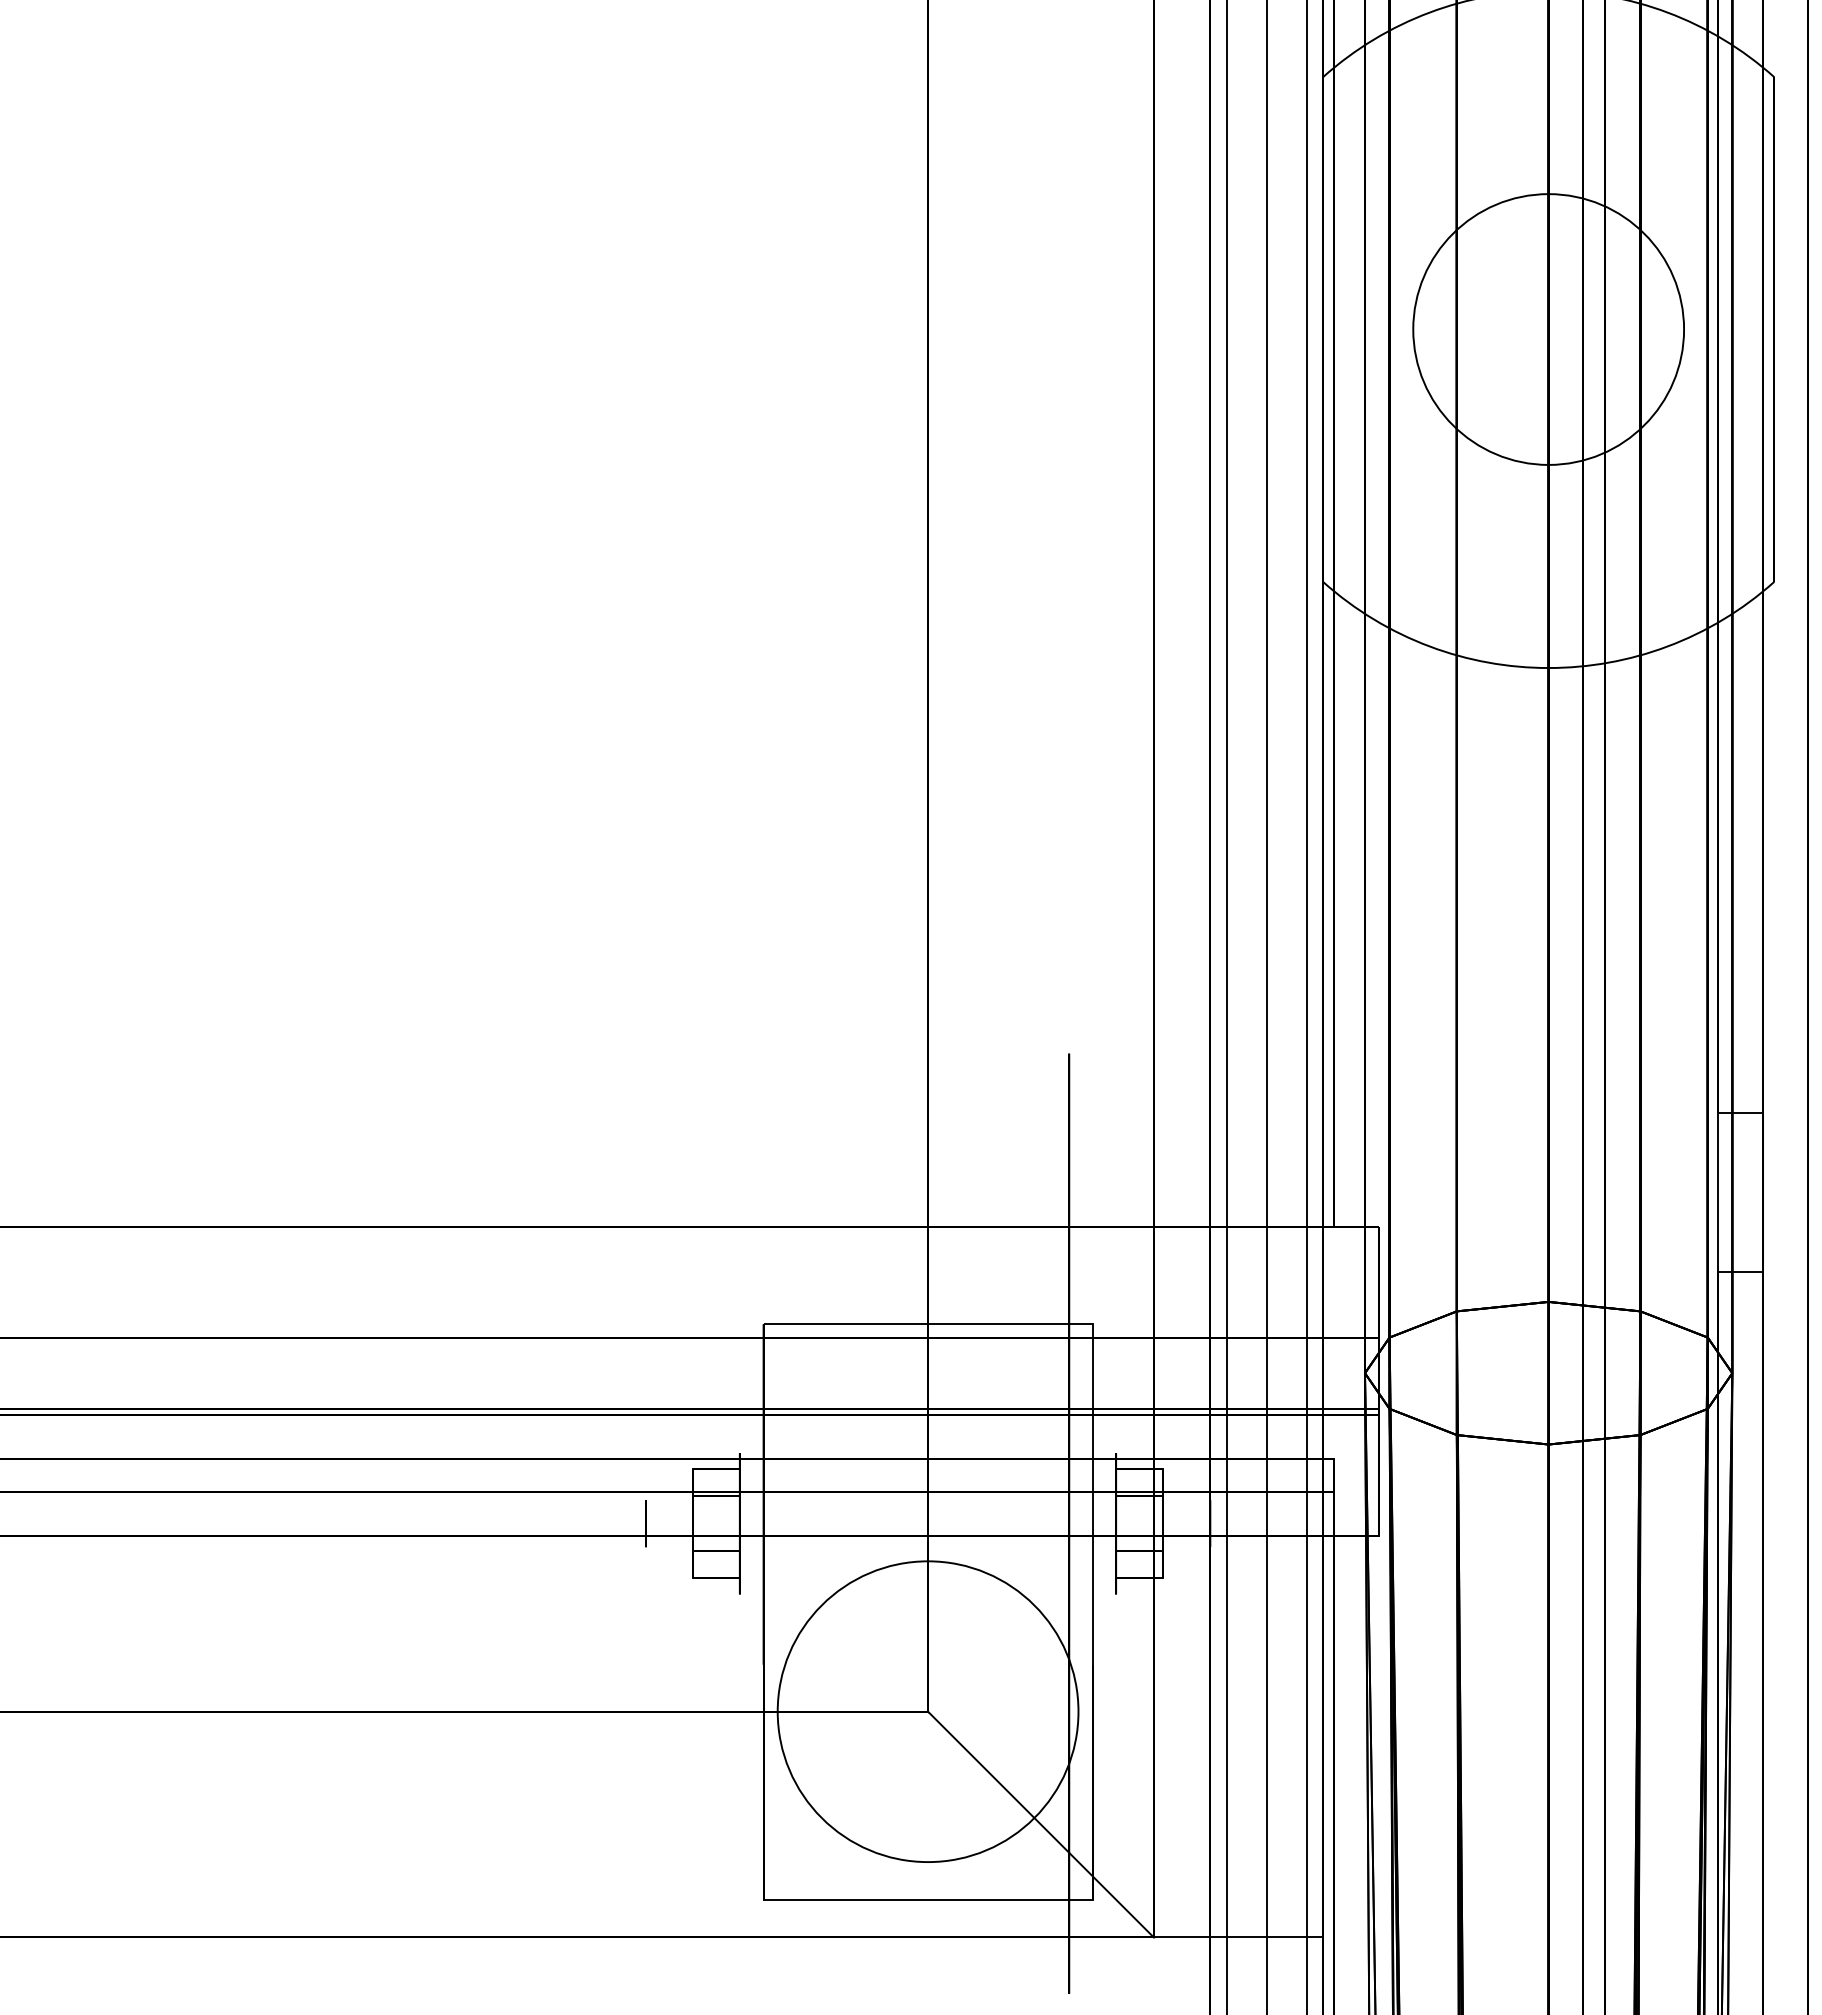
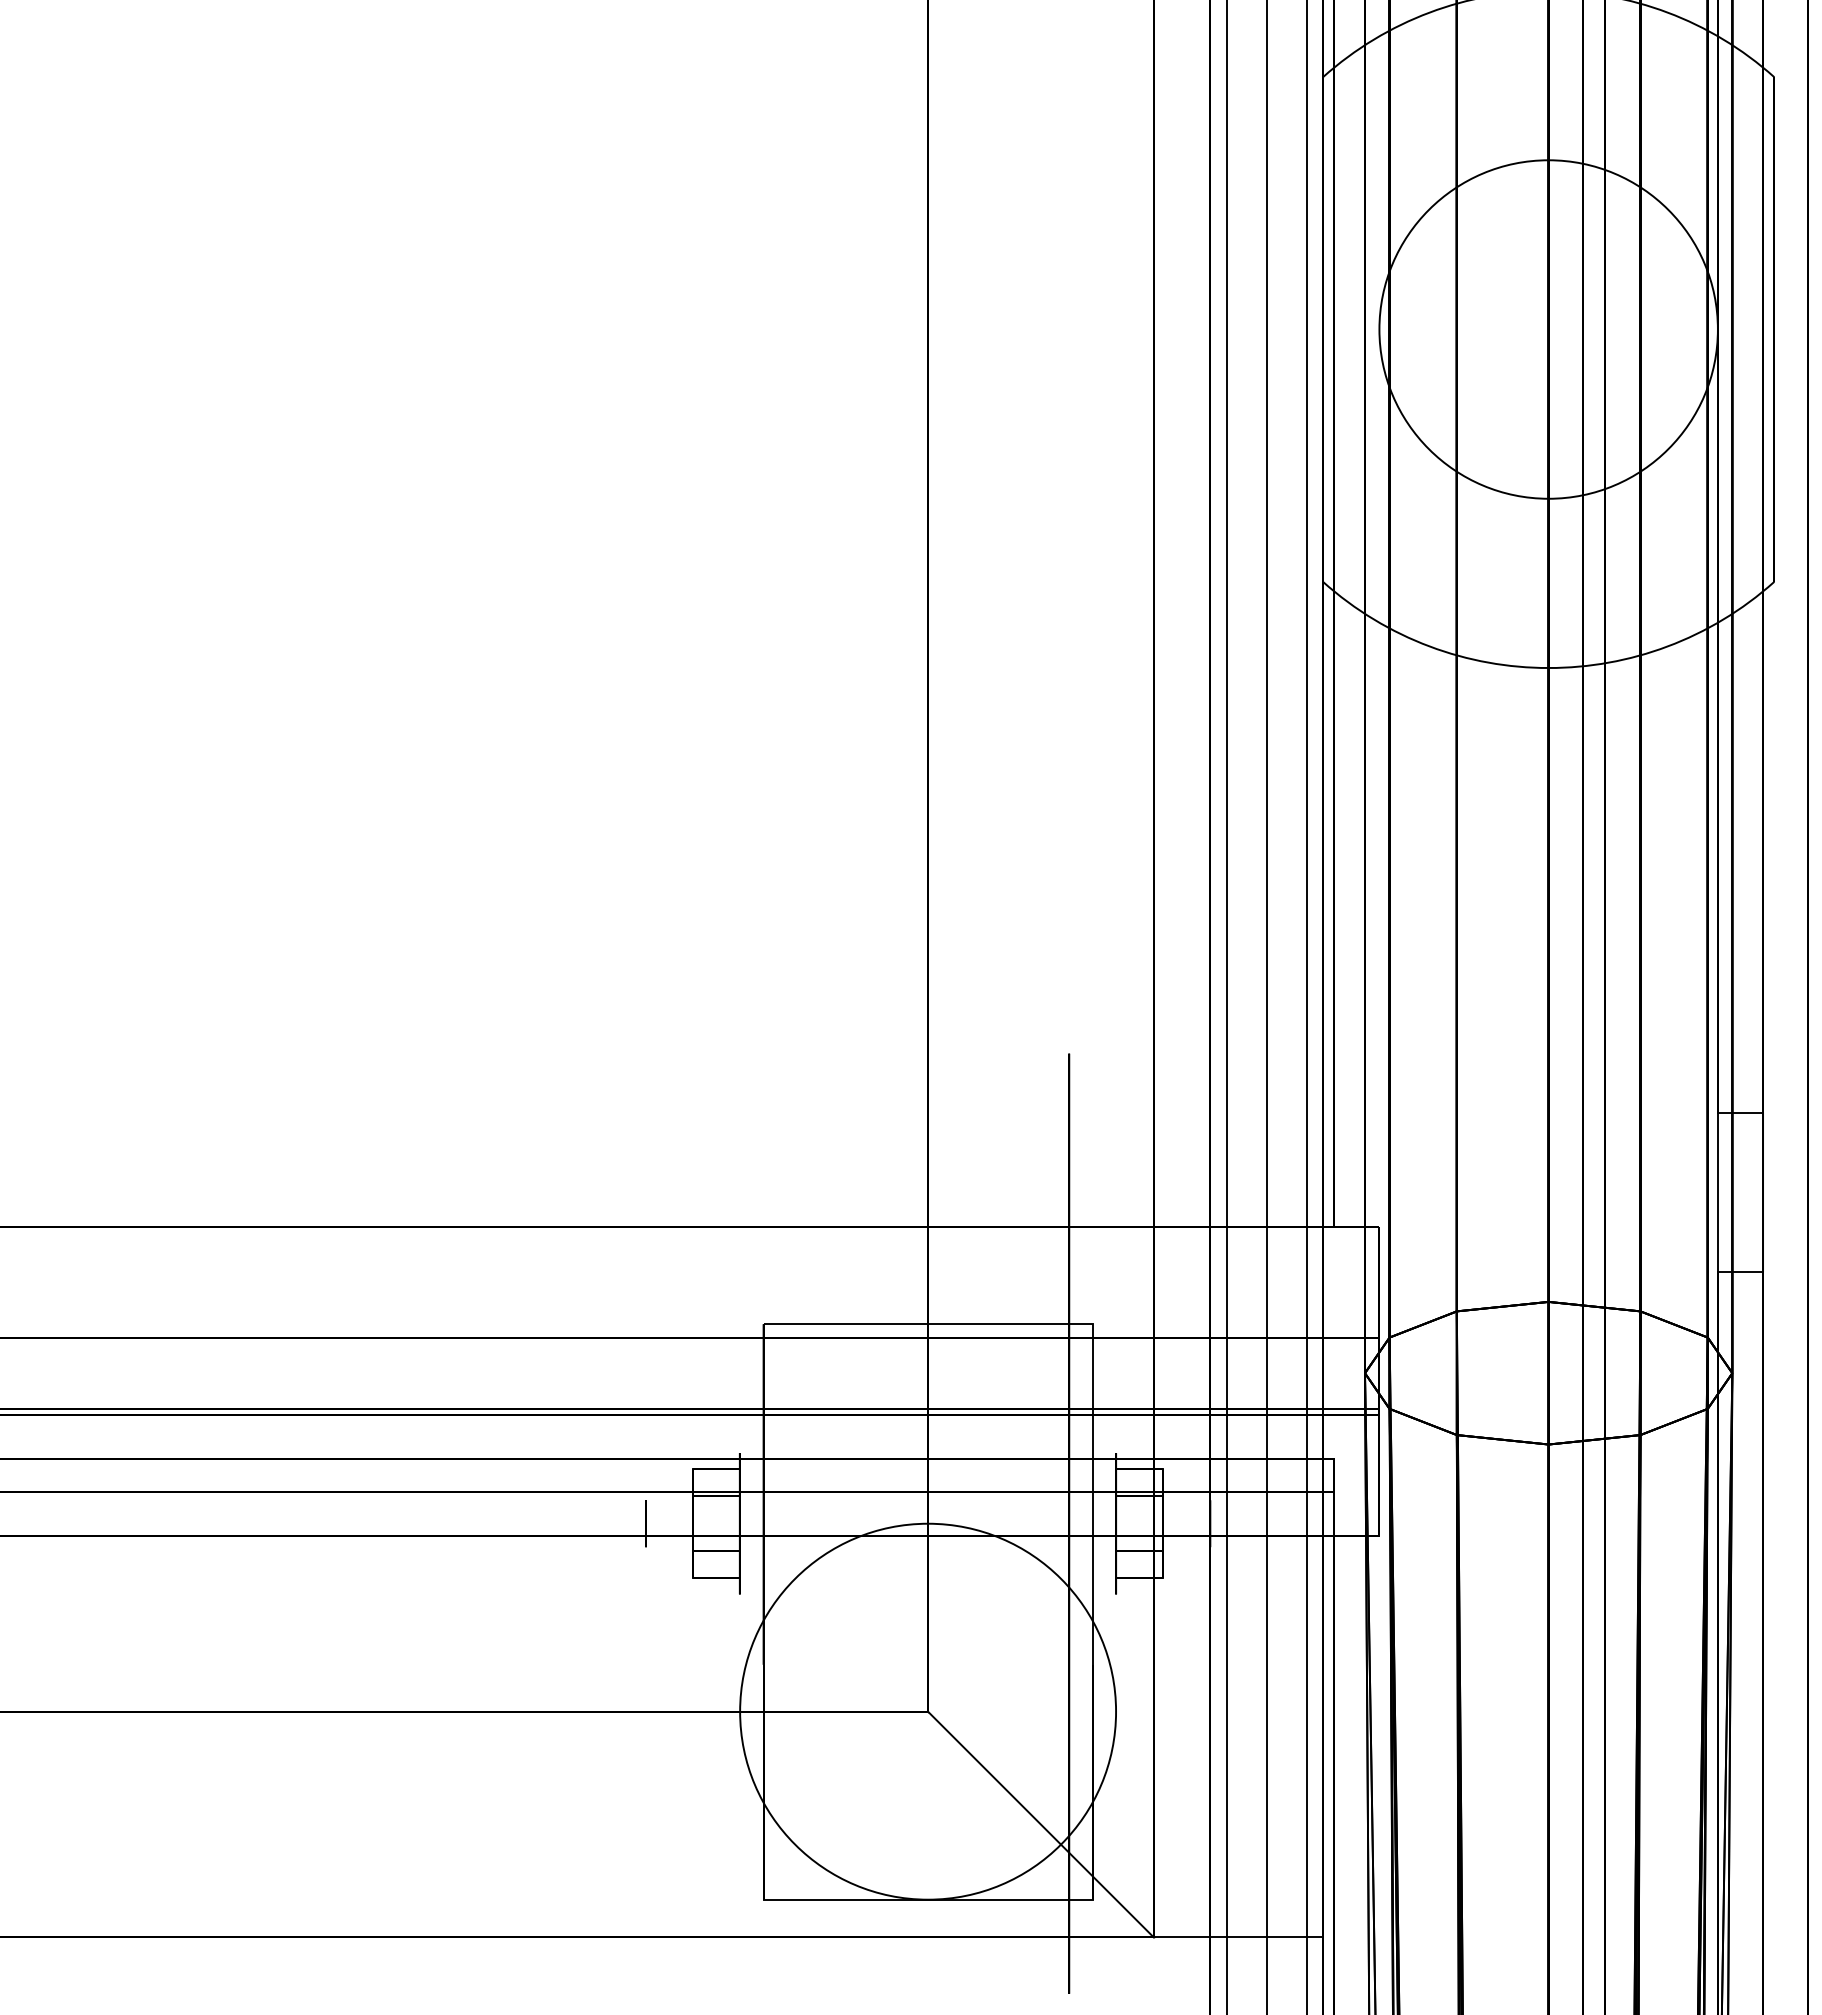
circle at (1548, 329) diameter: 271 px -> 338 px
circle at (927, 1711) diameter: 301 px -> 376 px
